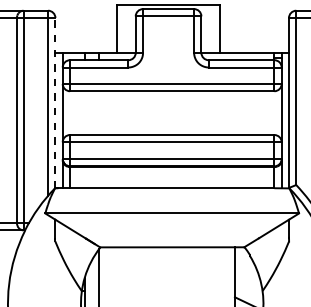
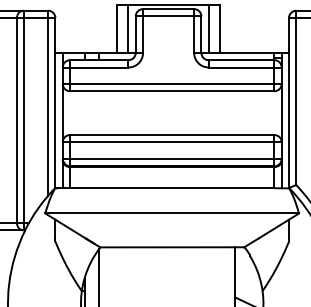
line at (128, 28): none -> present
line at (208, 28): none -> present
line at (55, 102): dashed -> solid
